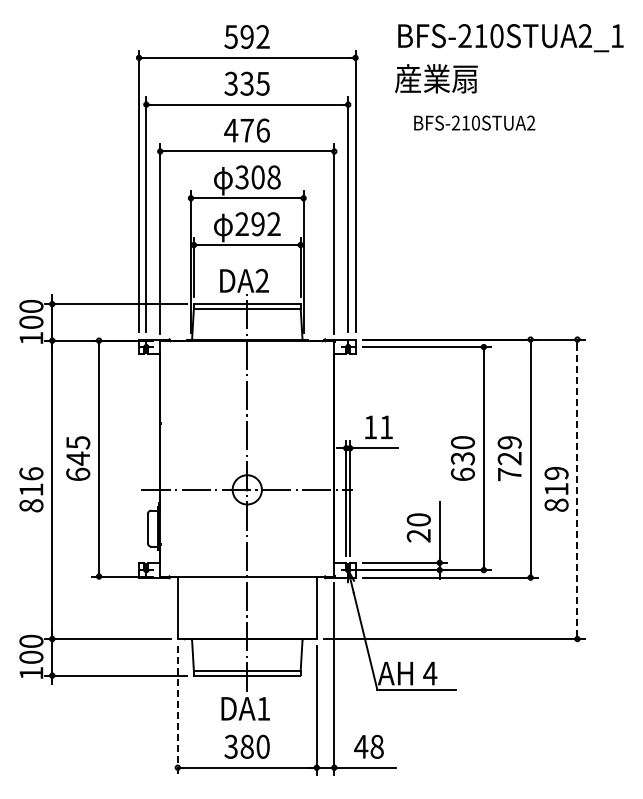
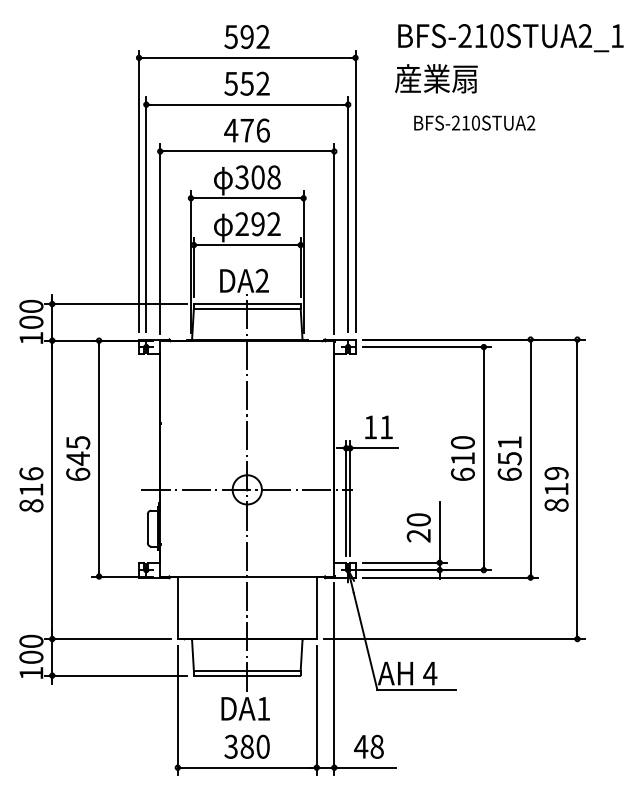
text at (247, 83): 335 -> 552
text at (462, 458): 630 -> 610
text at (509, 458): 729 -> 651
line at (577, 489): dashed -> solid
line at (177, 710): dashed -> solid
